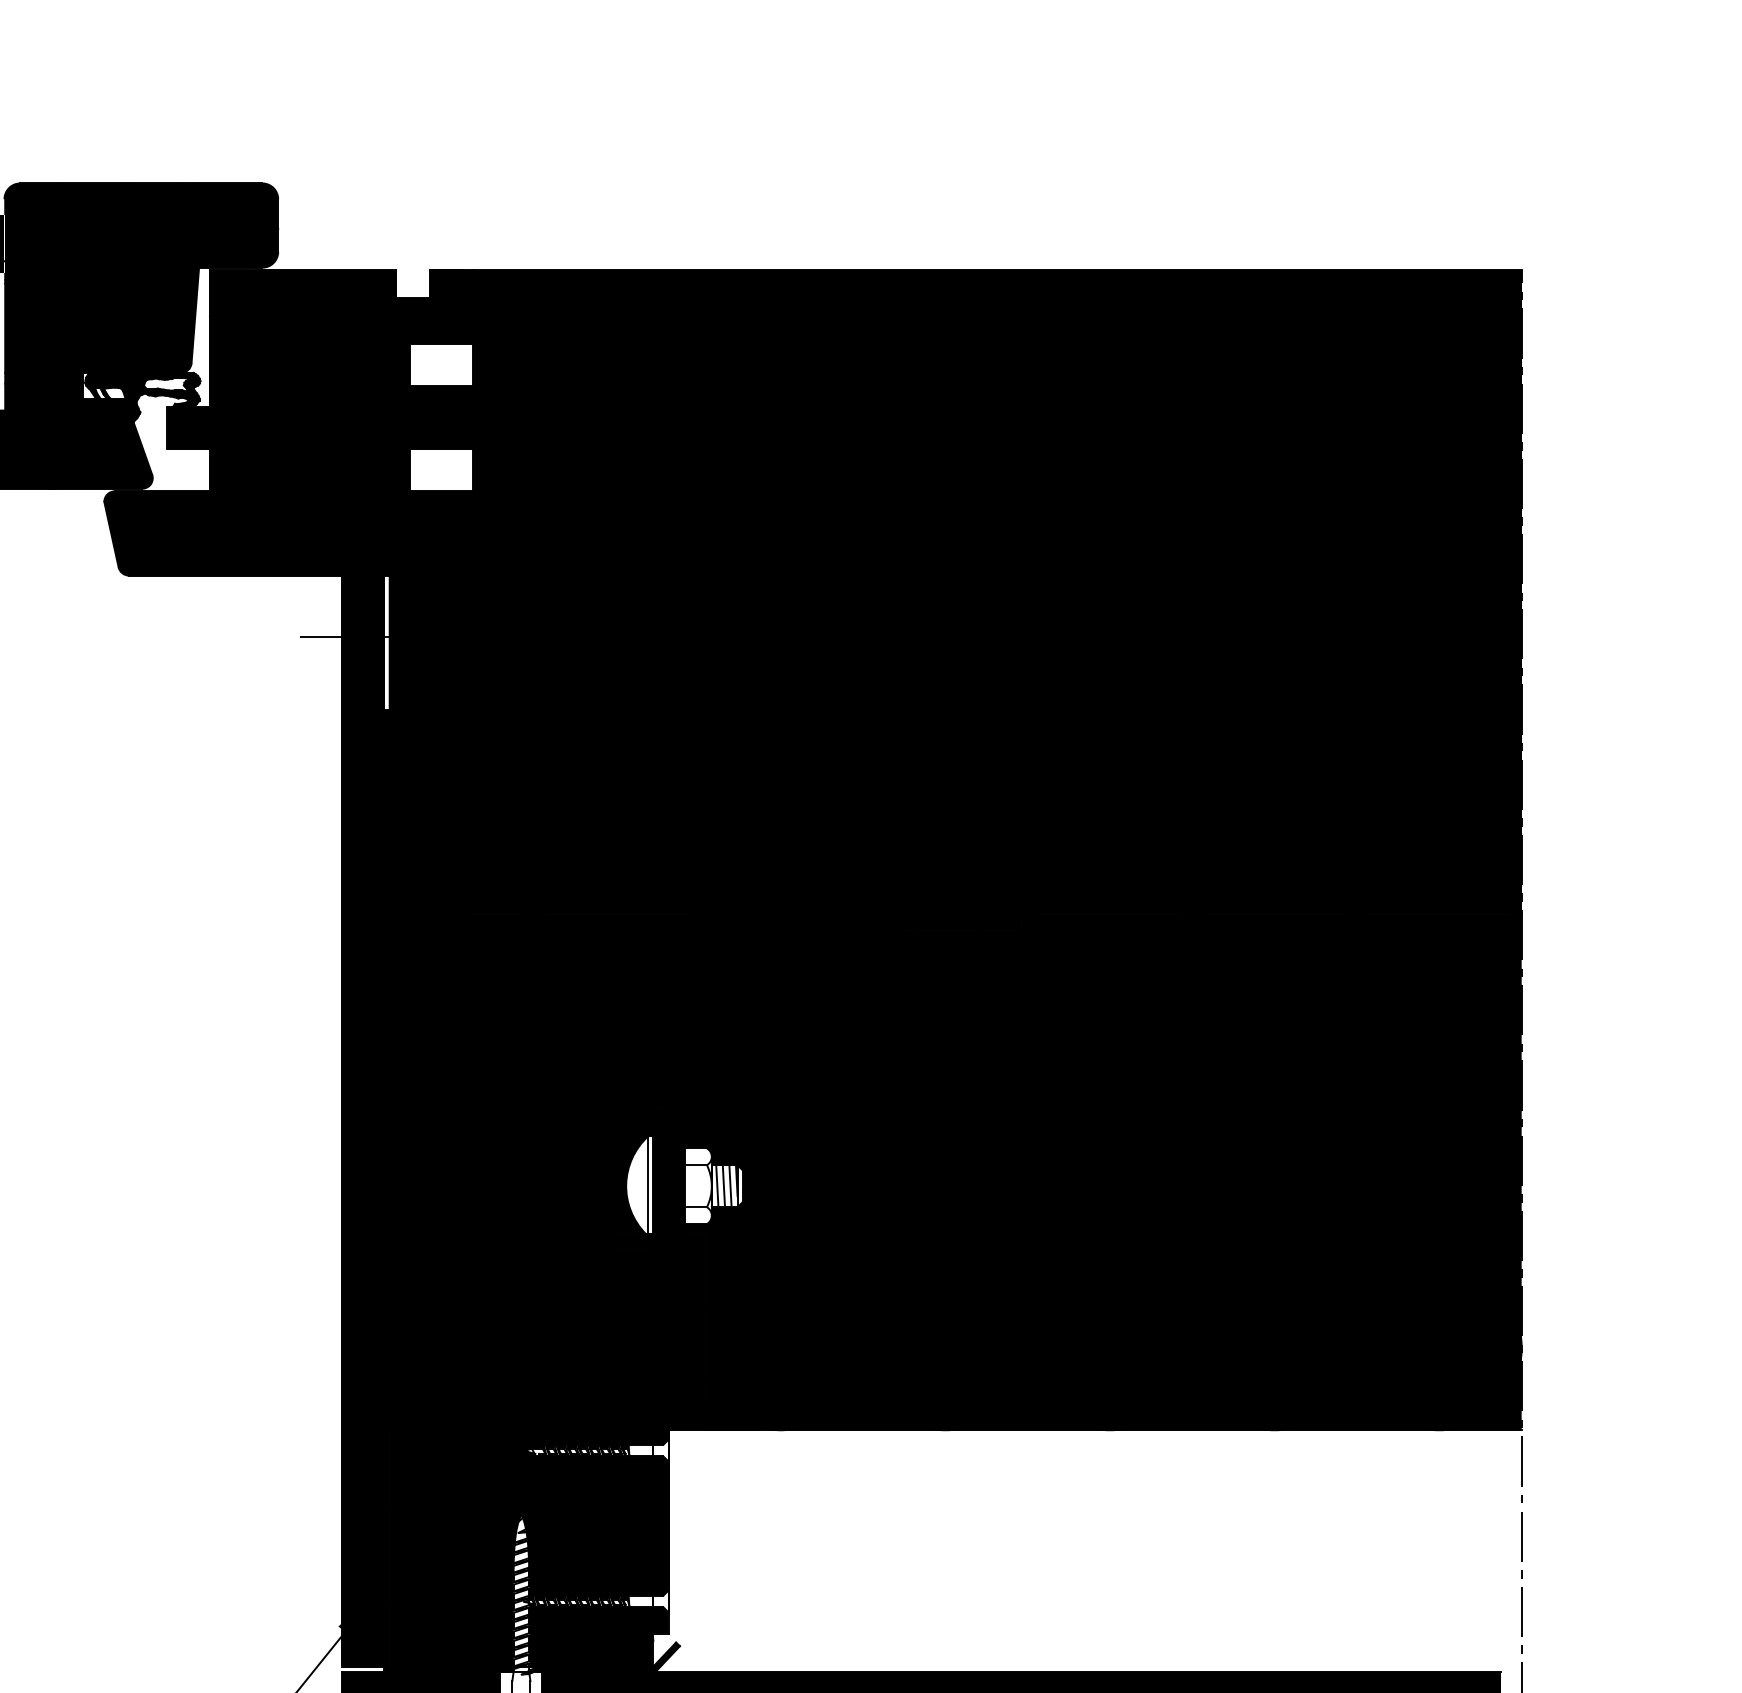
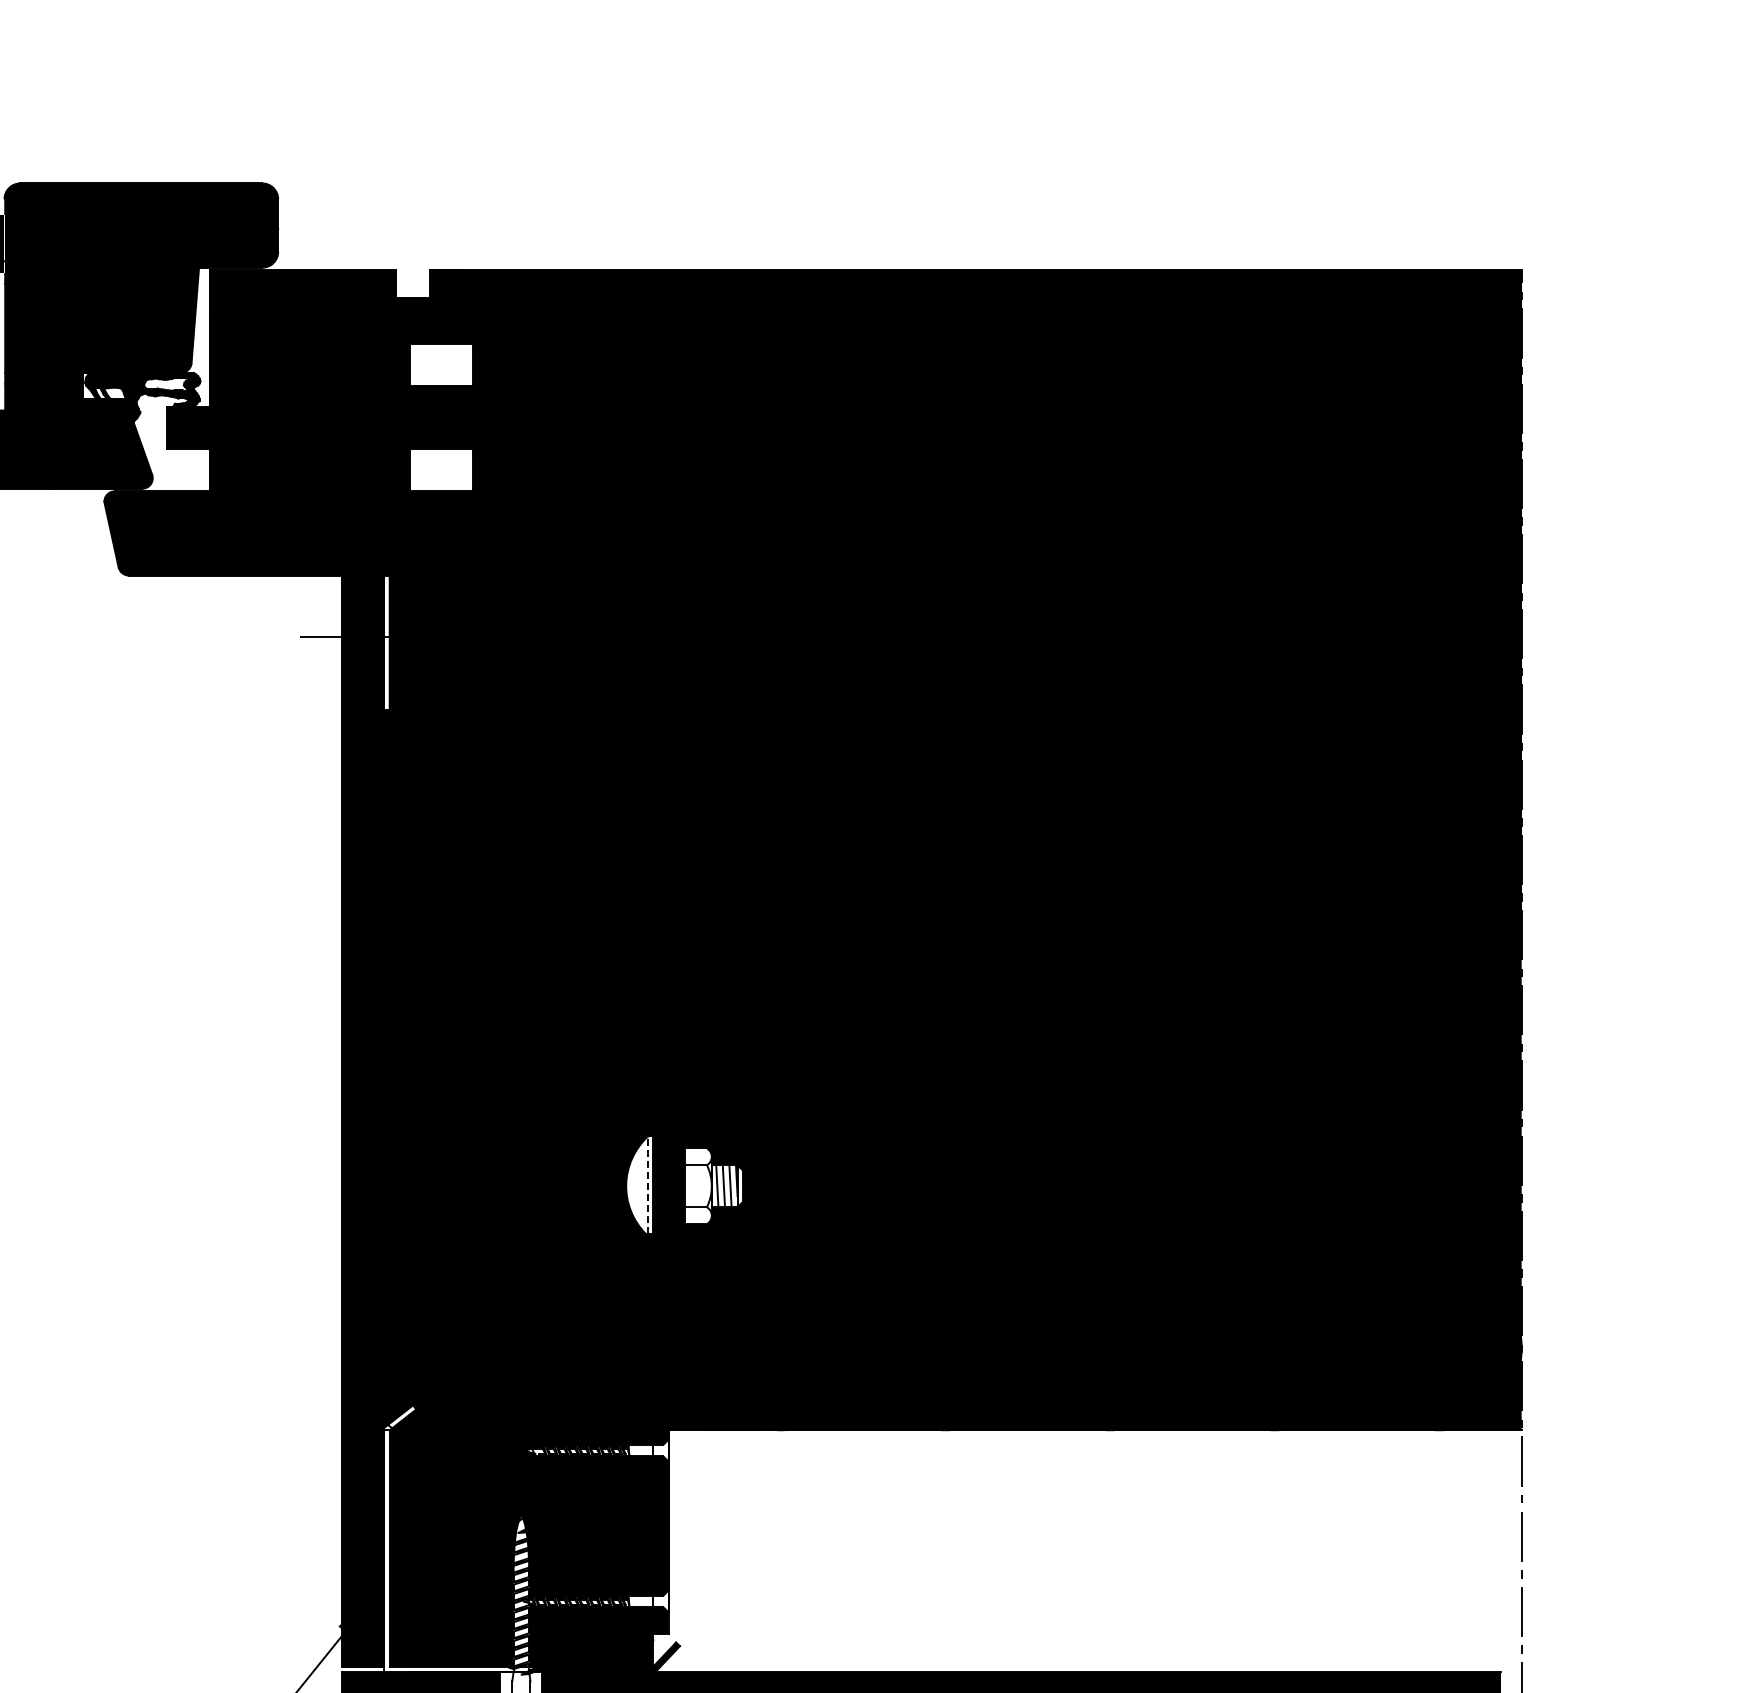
line at (648, 1184): solid -> dashed
fill at (448, 1538): present -> none
